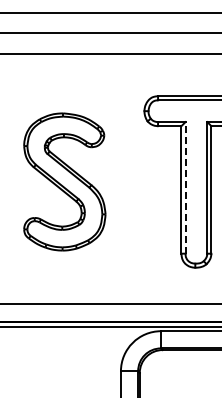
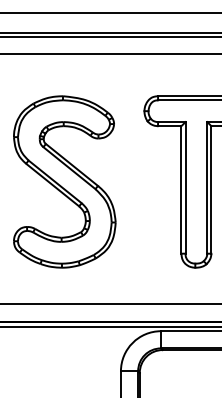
line at (110, 37): none -> present
part at (64, 181) size: 84x140 px -> 104x174 px
line at (185, 187): dashed -> solid
